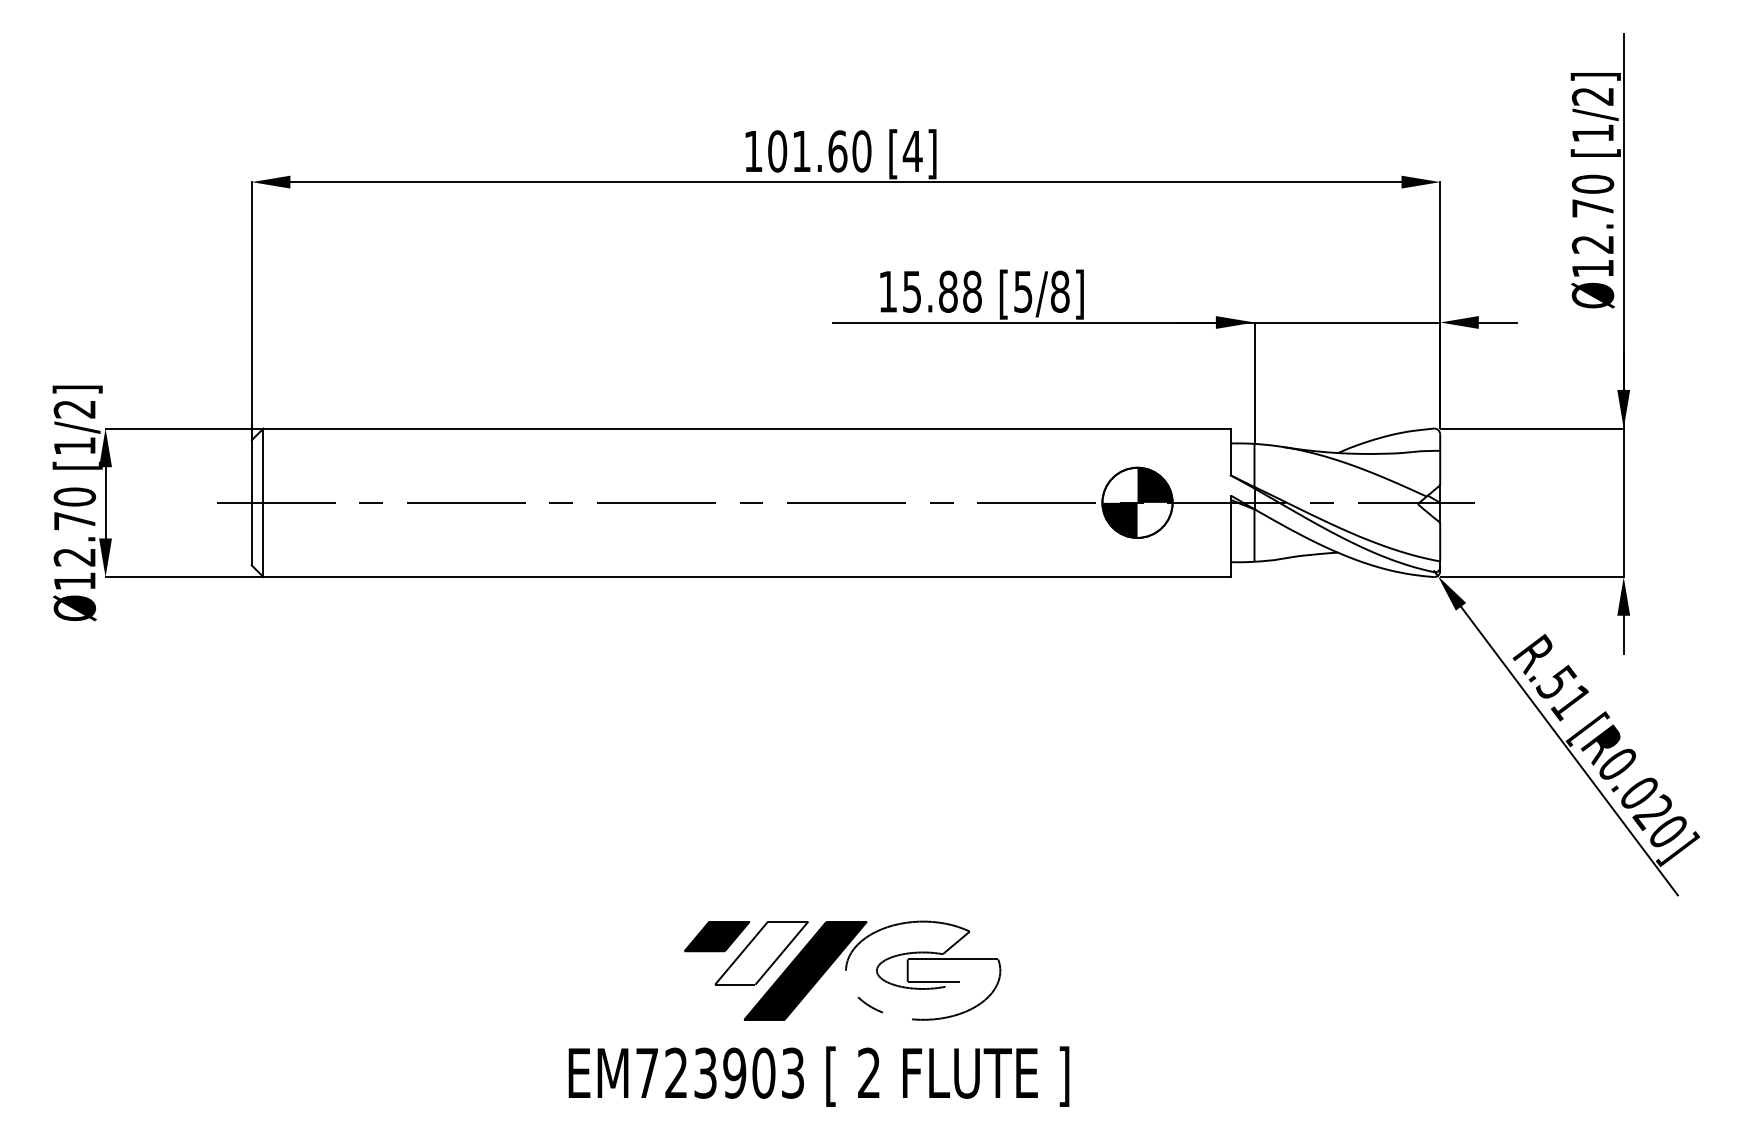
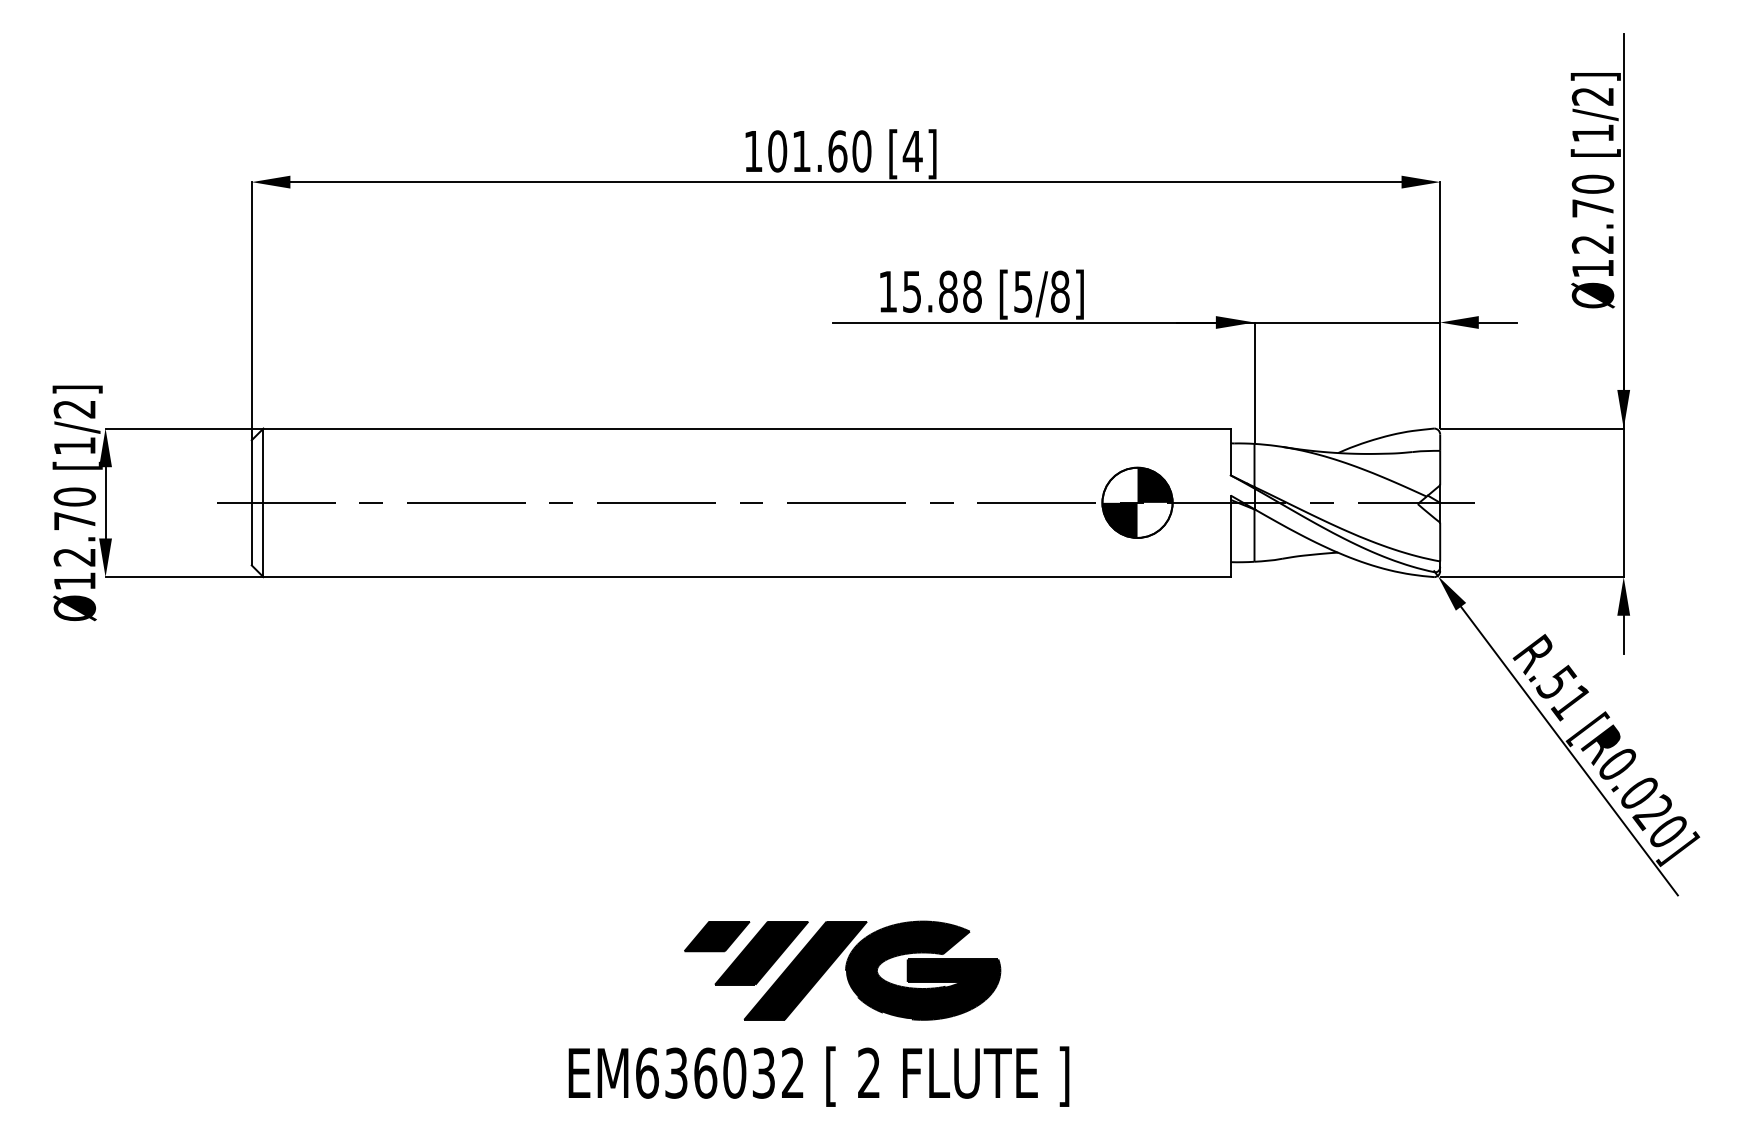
fill at (761, 952): none -> present
fill at (923, 970): none -> present
text at (719, 1072): EM723903 -> EM636032
